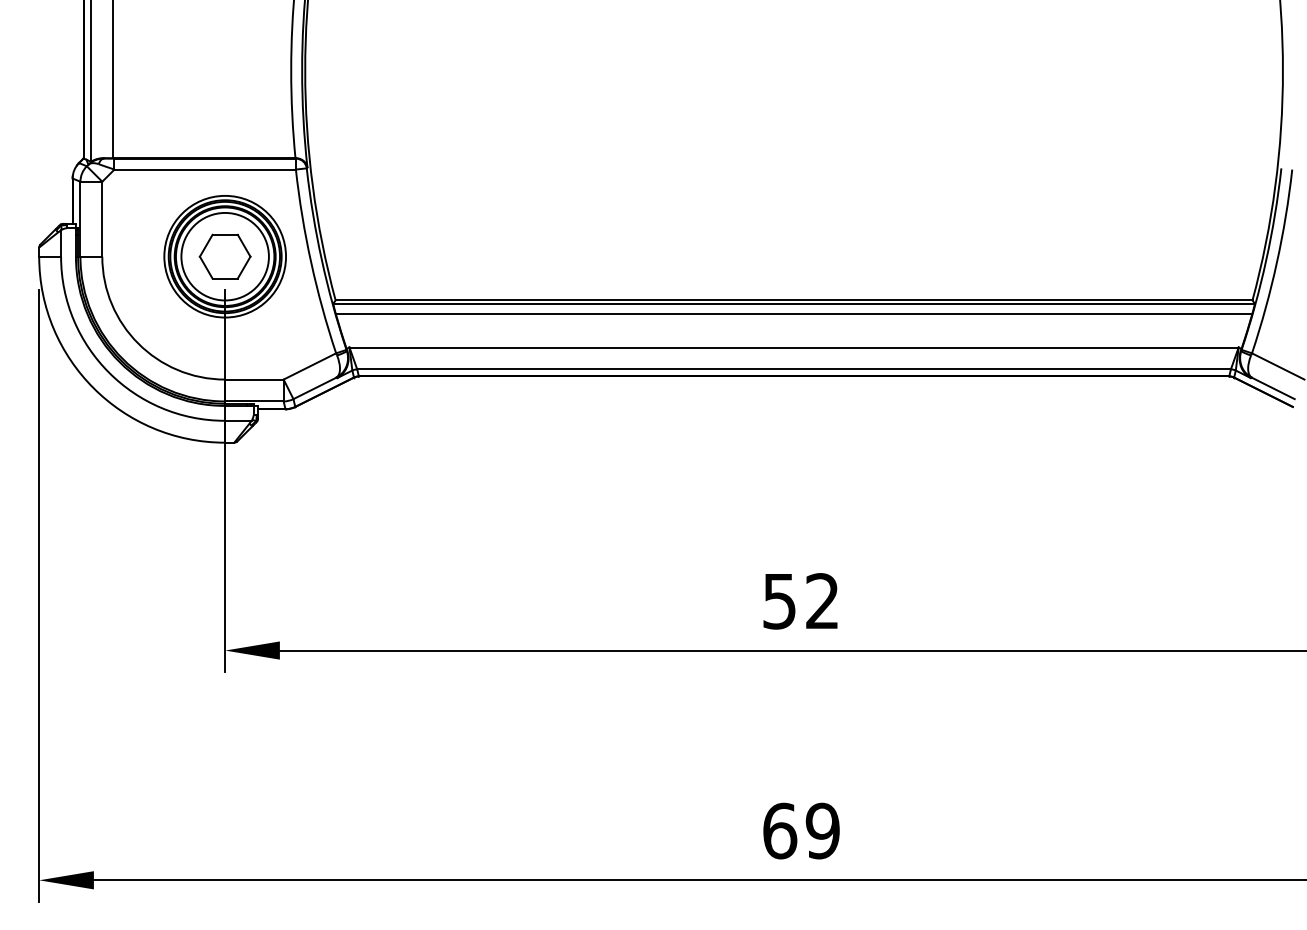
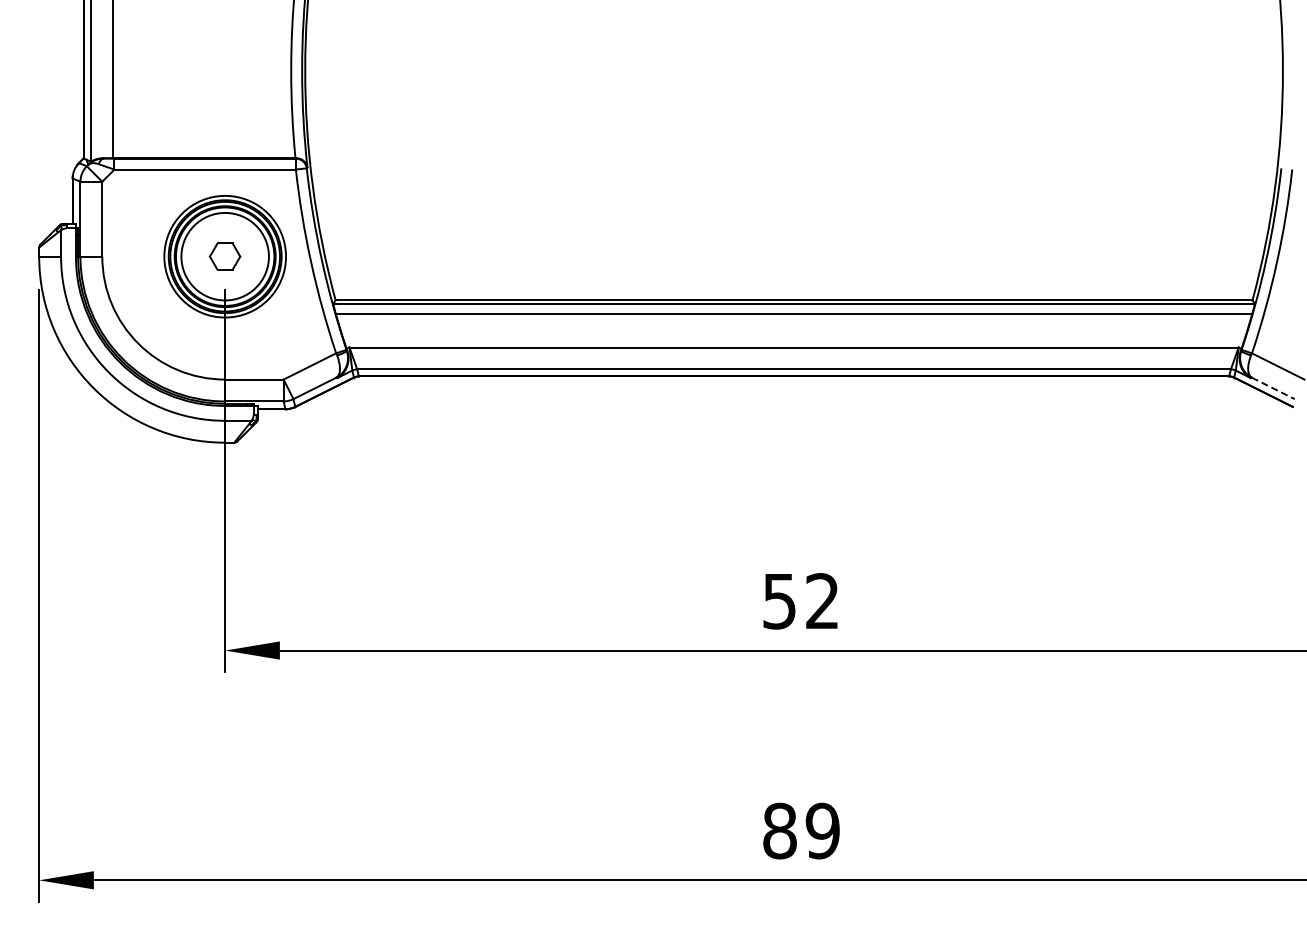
part at (224, 256) size: 54x47 px -> 34x29 px
line at (1273, 388): solid -> dashed
text at (780, 830): 69 -> 89
